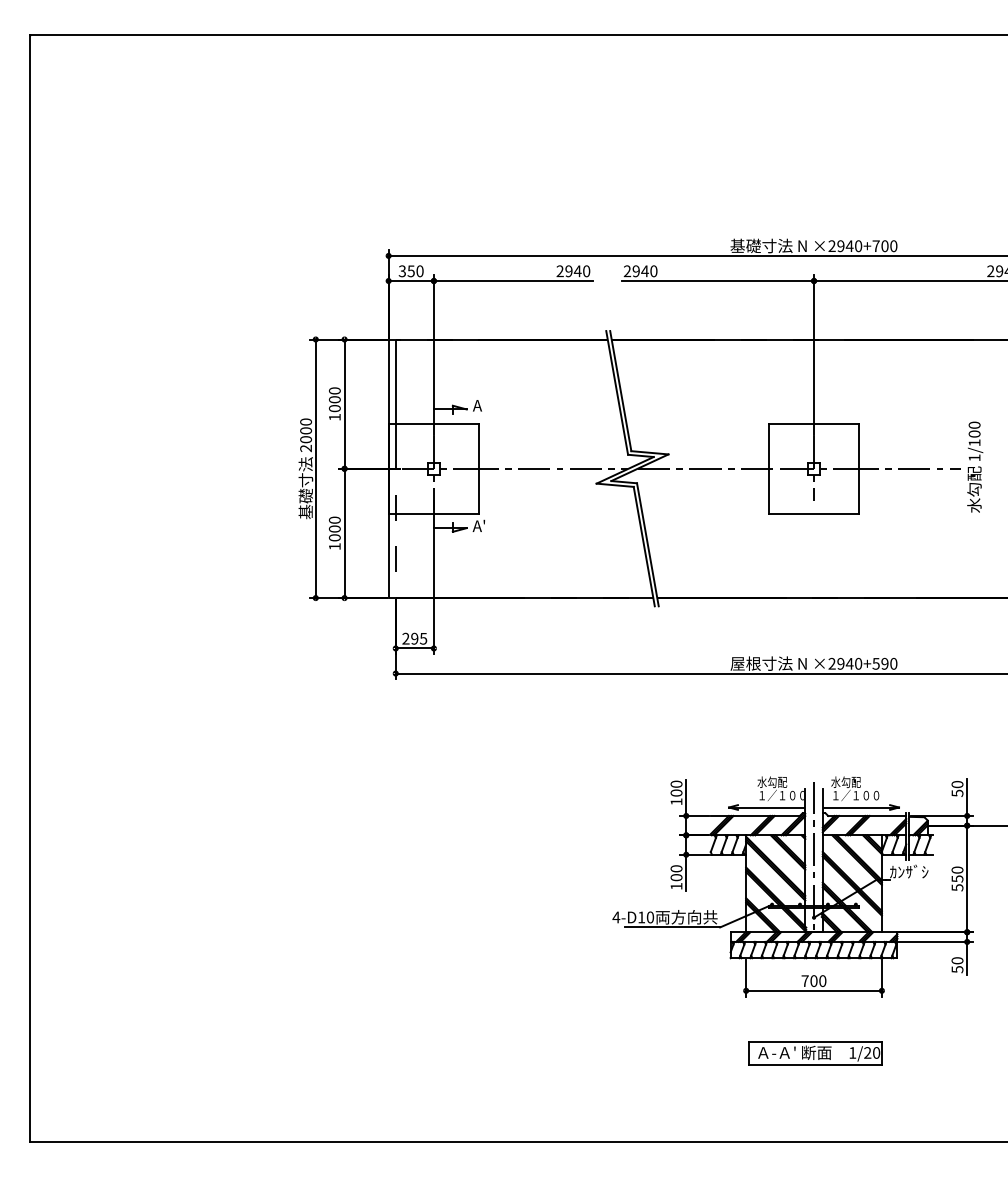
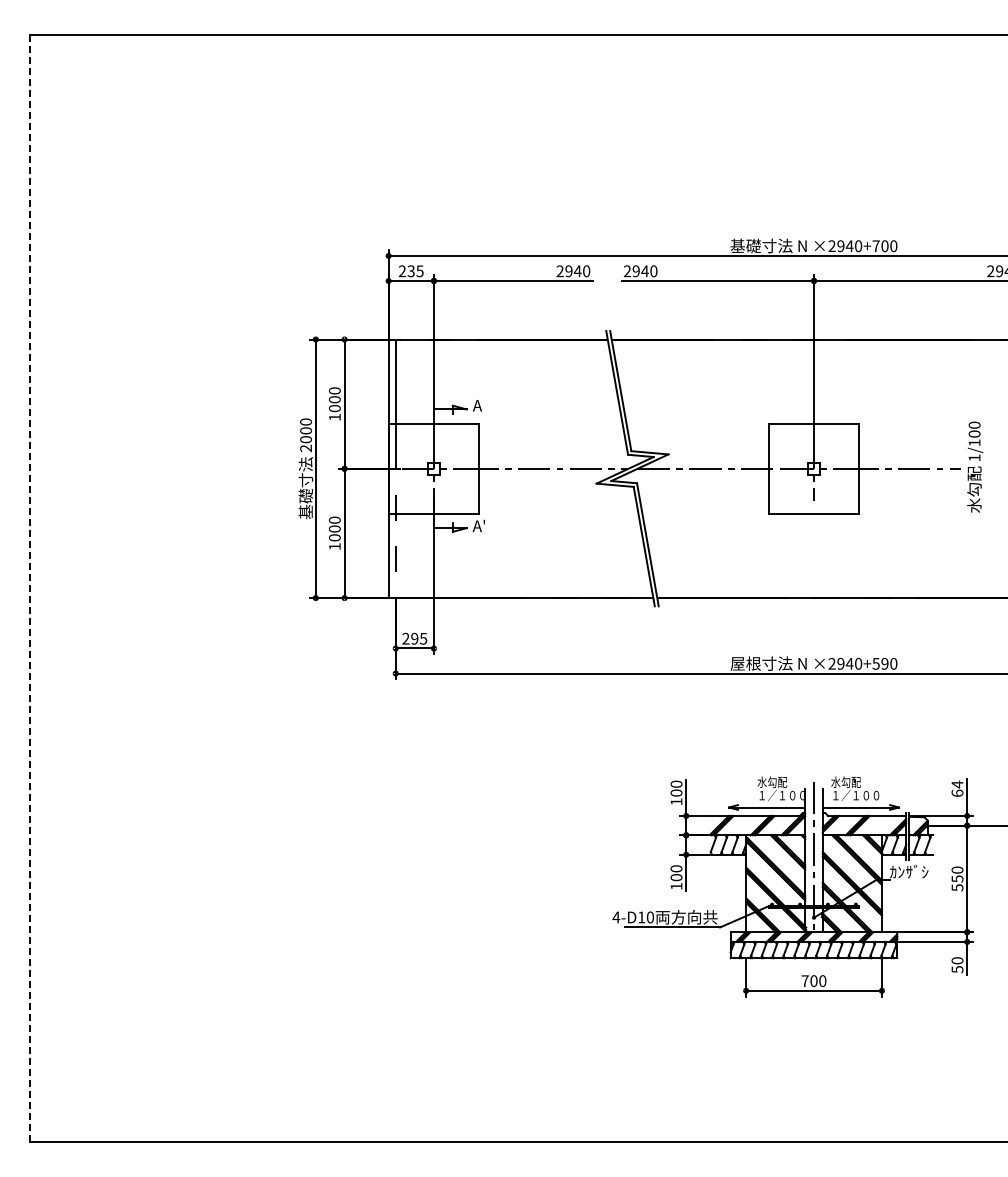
text at (410, 271): 350 -> 235
line at (30, 588): solid -> dashed
text at (957, 788): 50 -> 64
part at (815, 1053): present -> none
